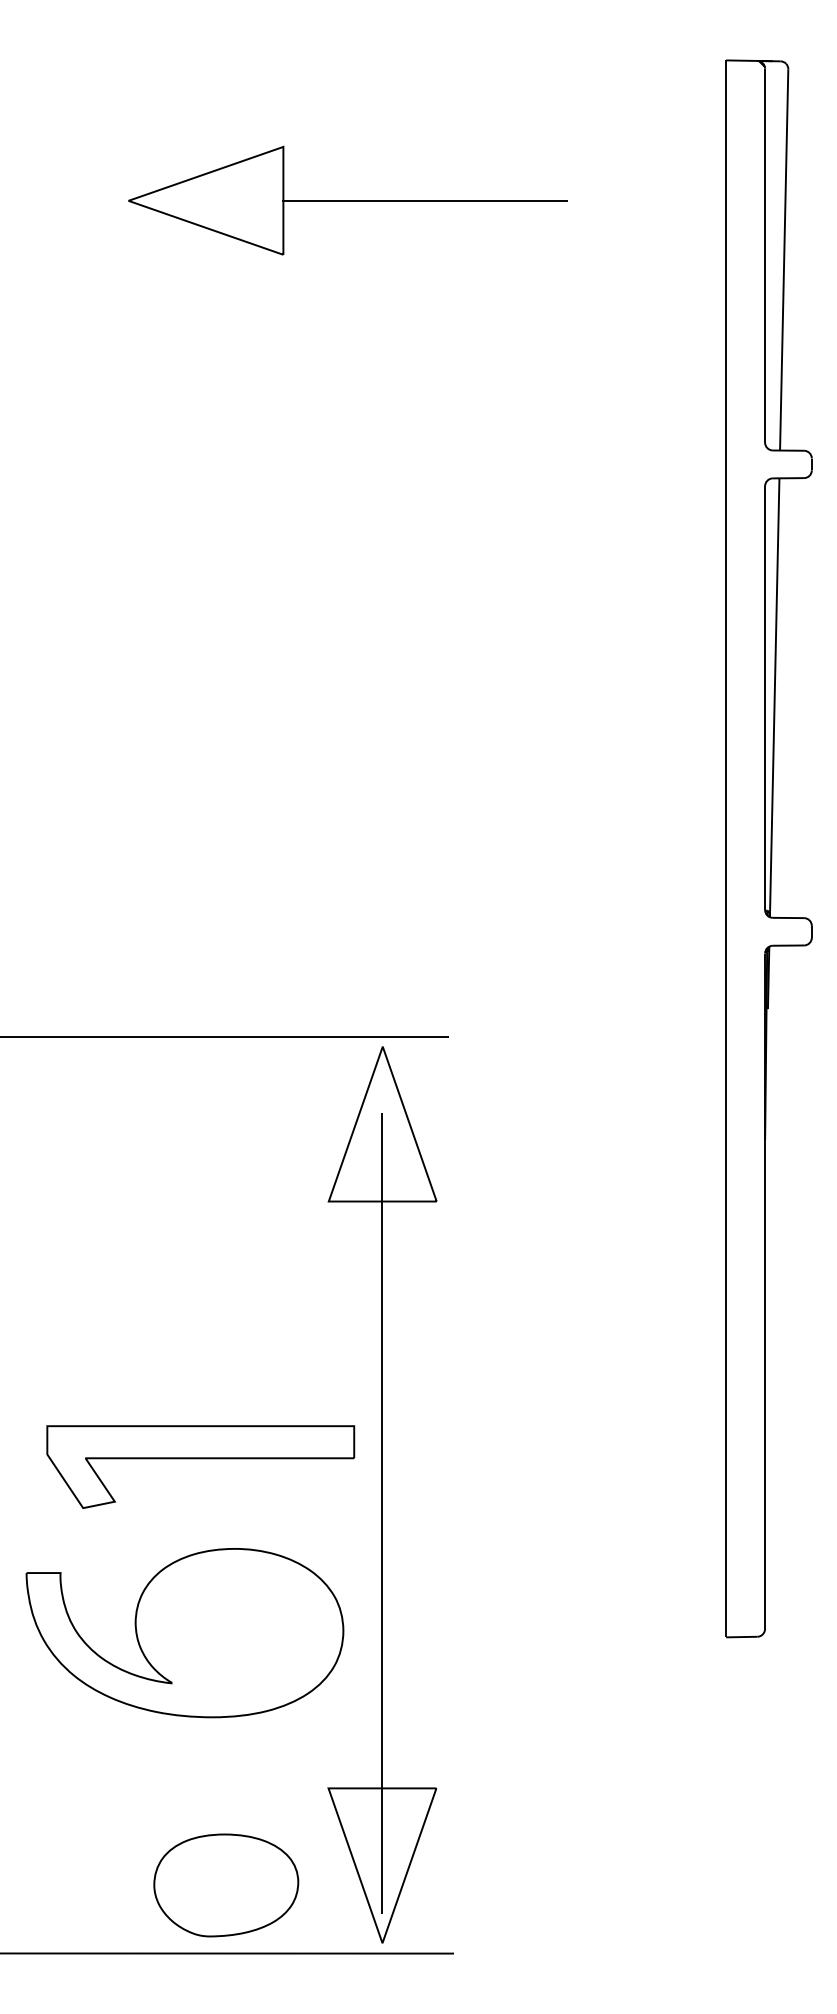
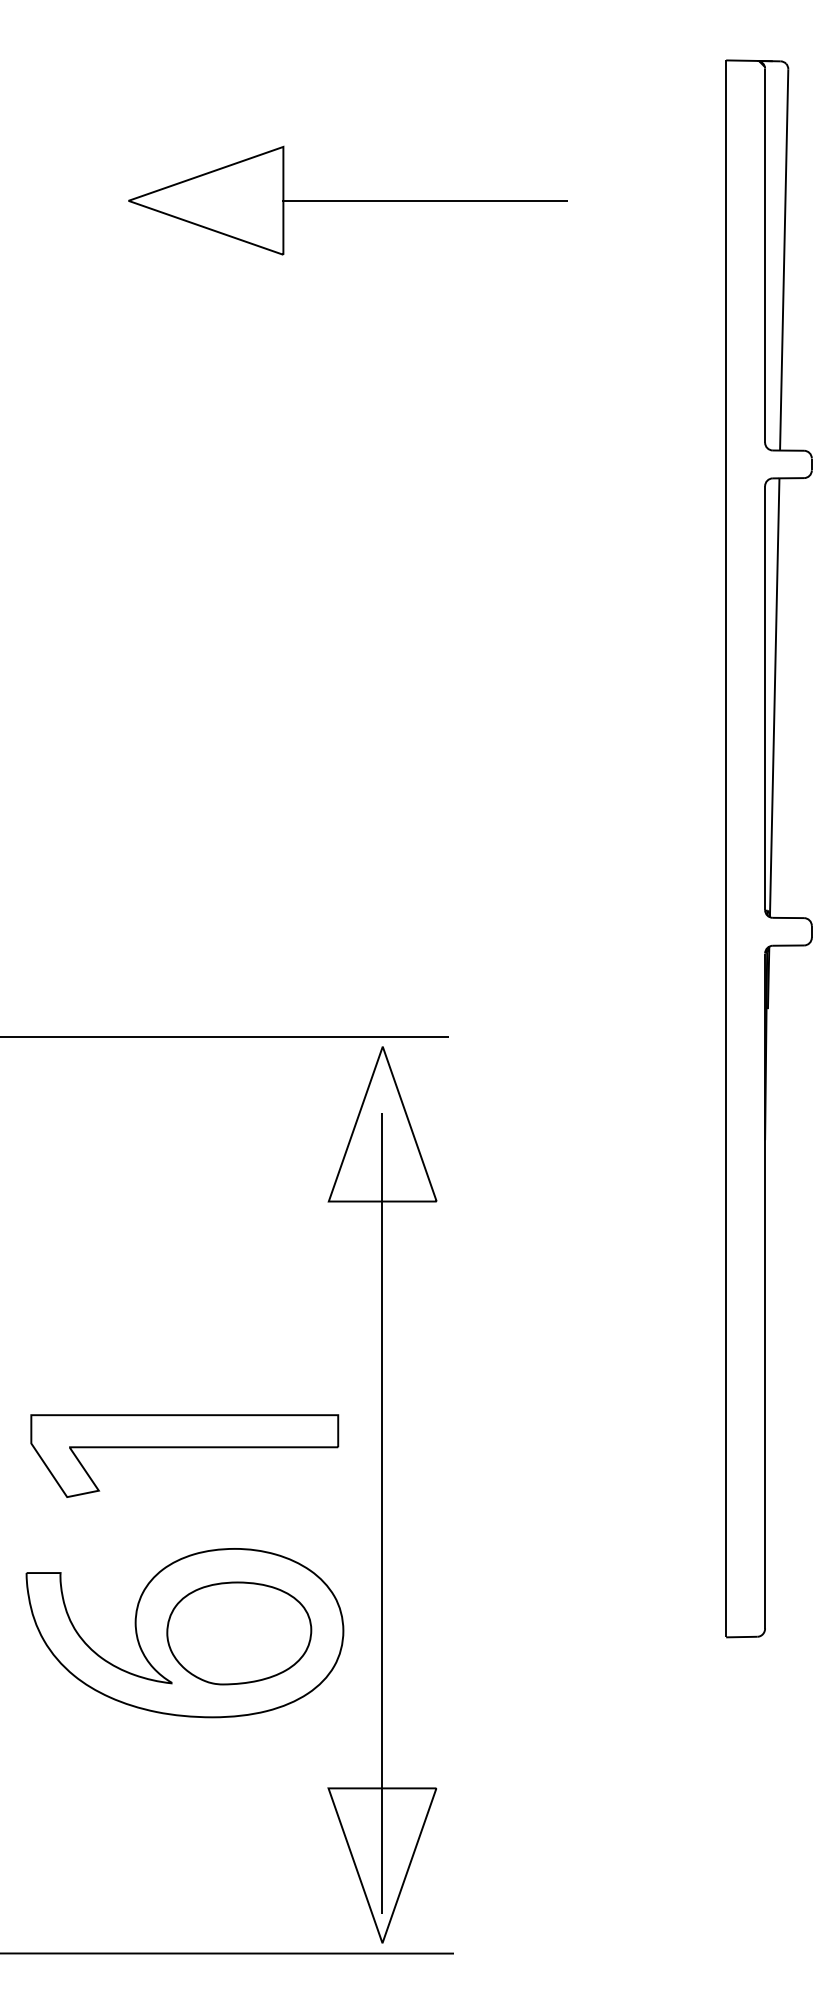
part at (200, 1459) position: (200, 1459) -> (184, 1448)
part at (226, 1885) position: (226, 1885) -> (239, 1633)
